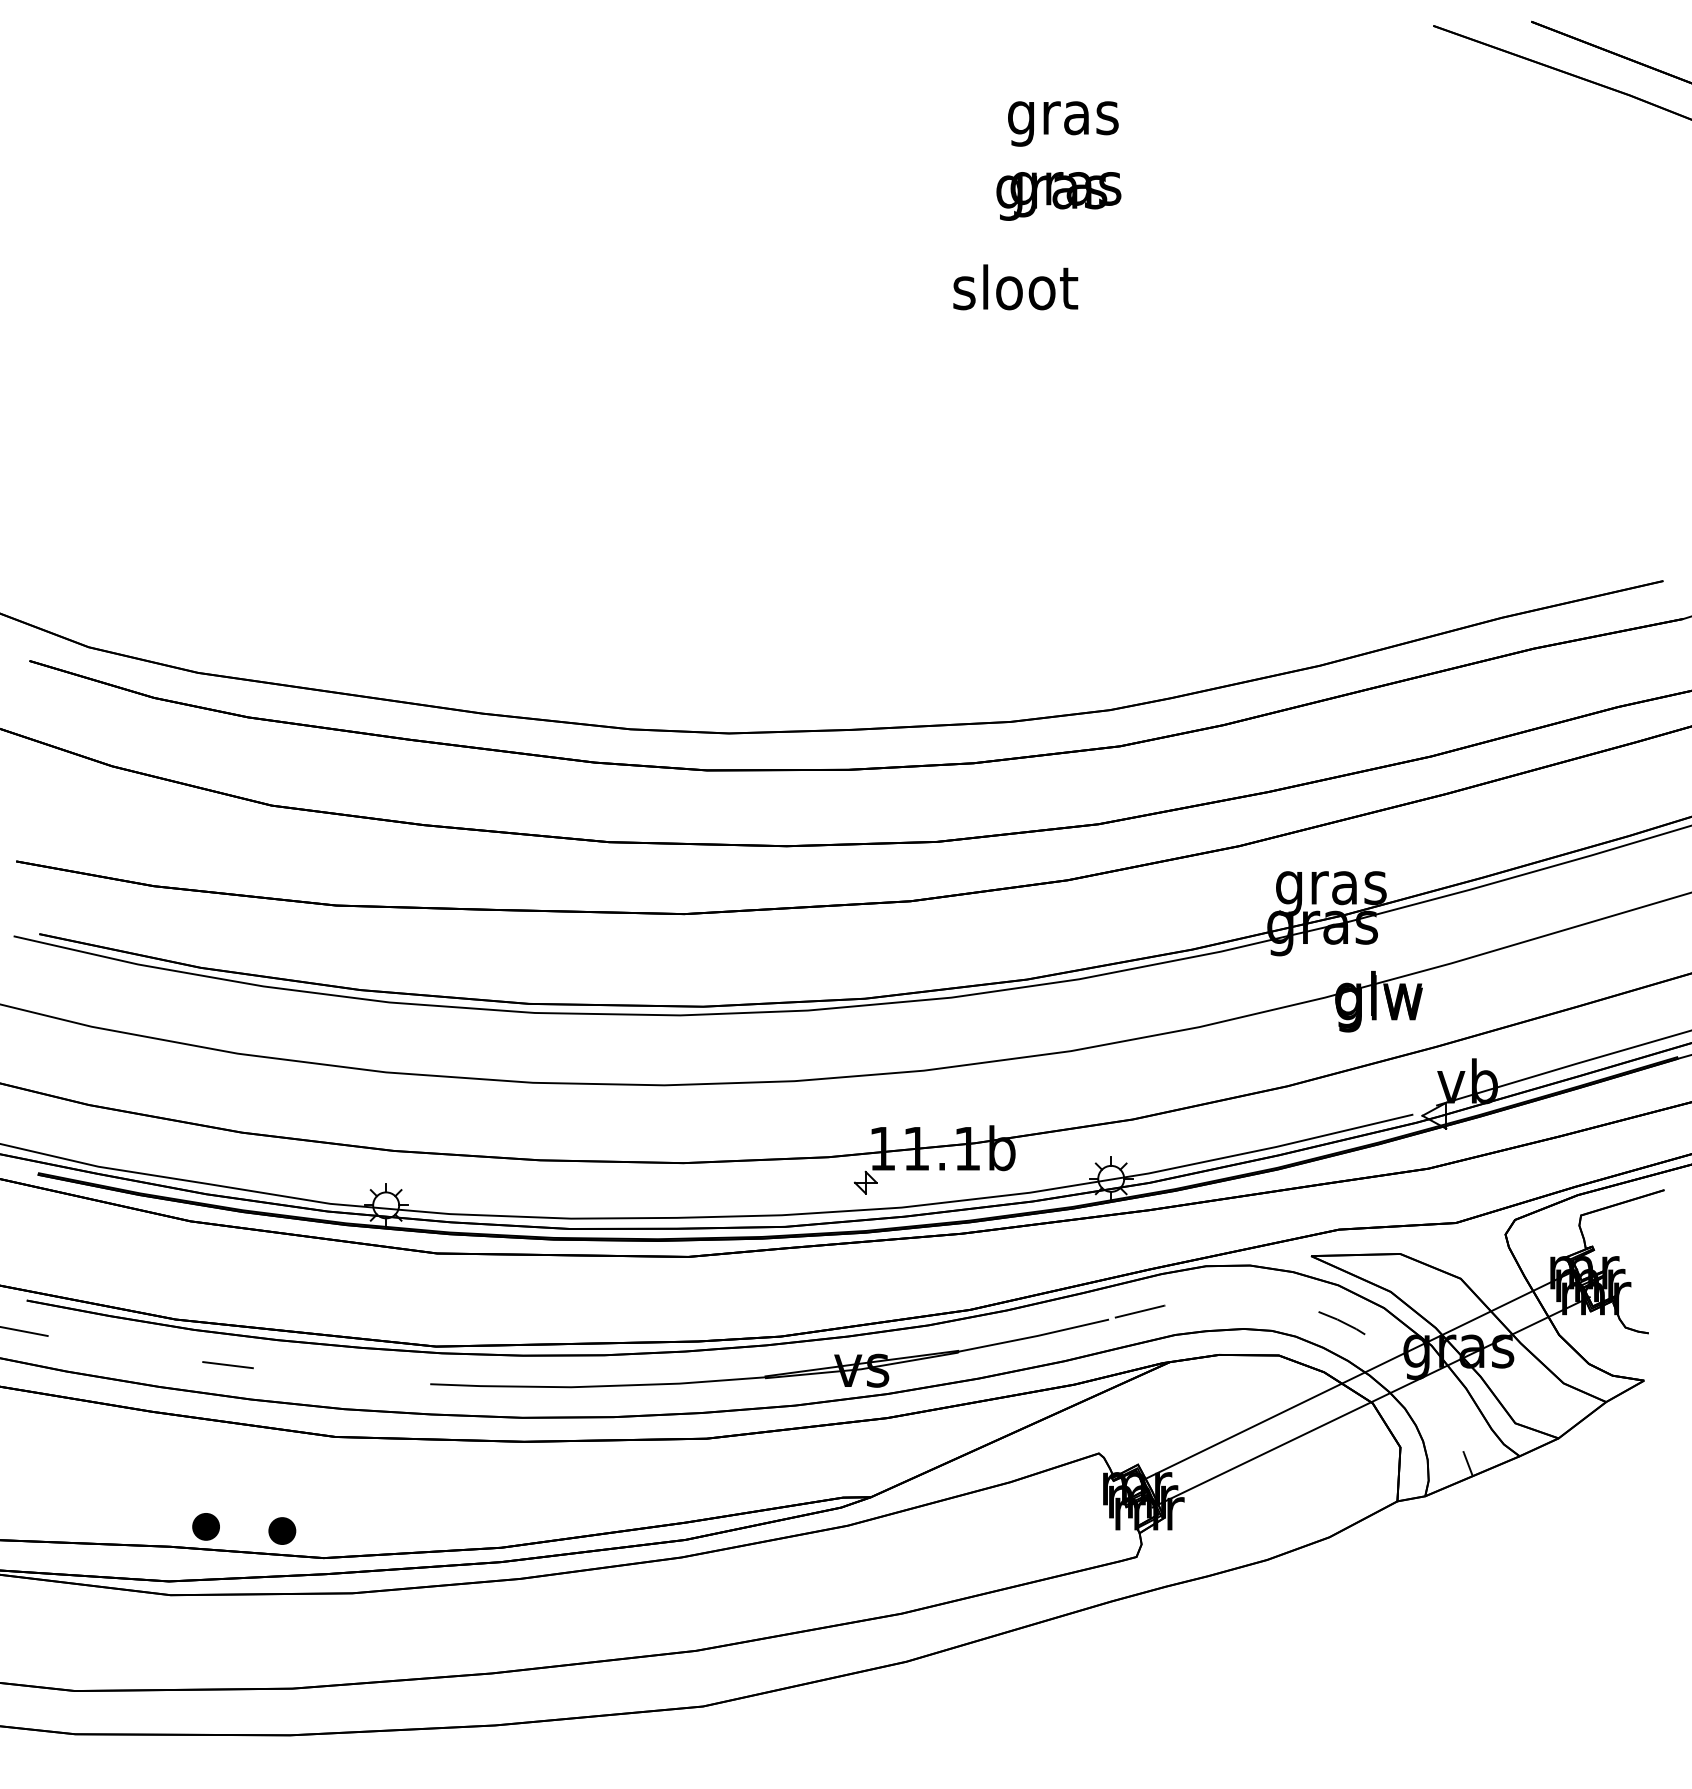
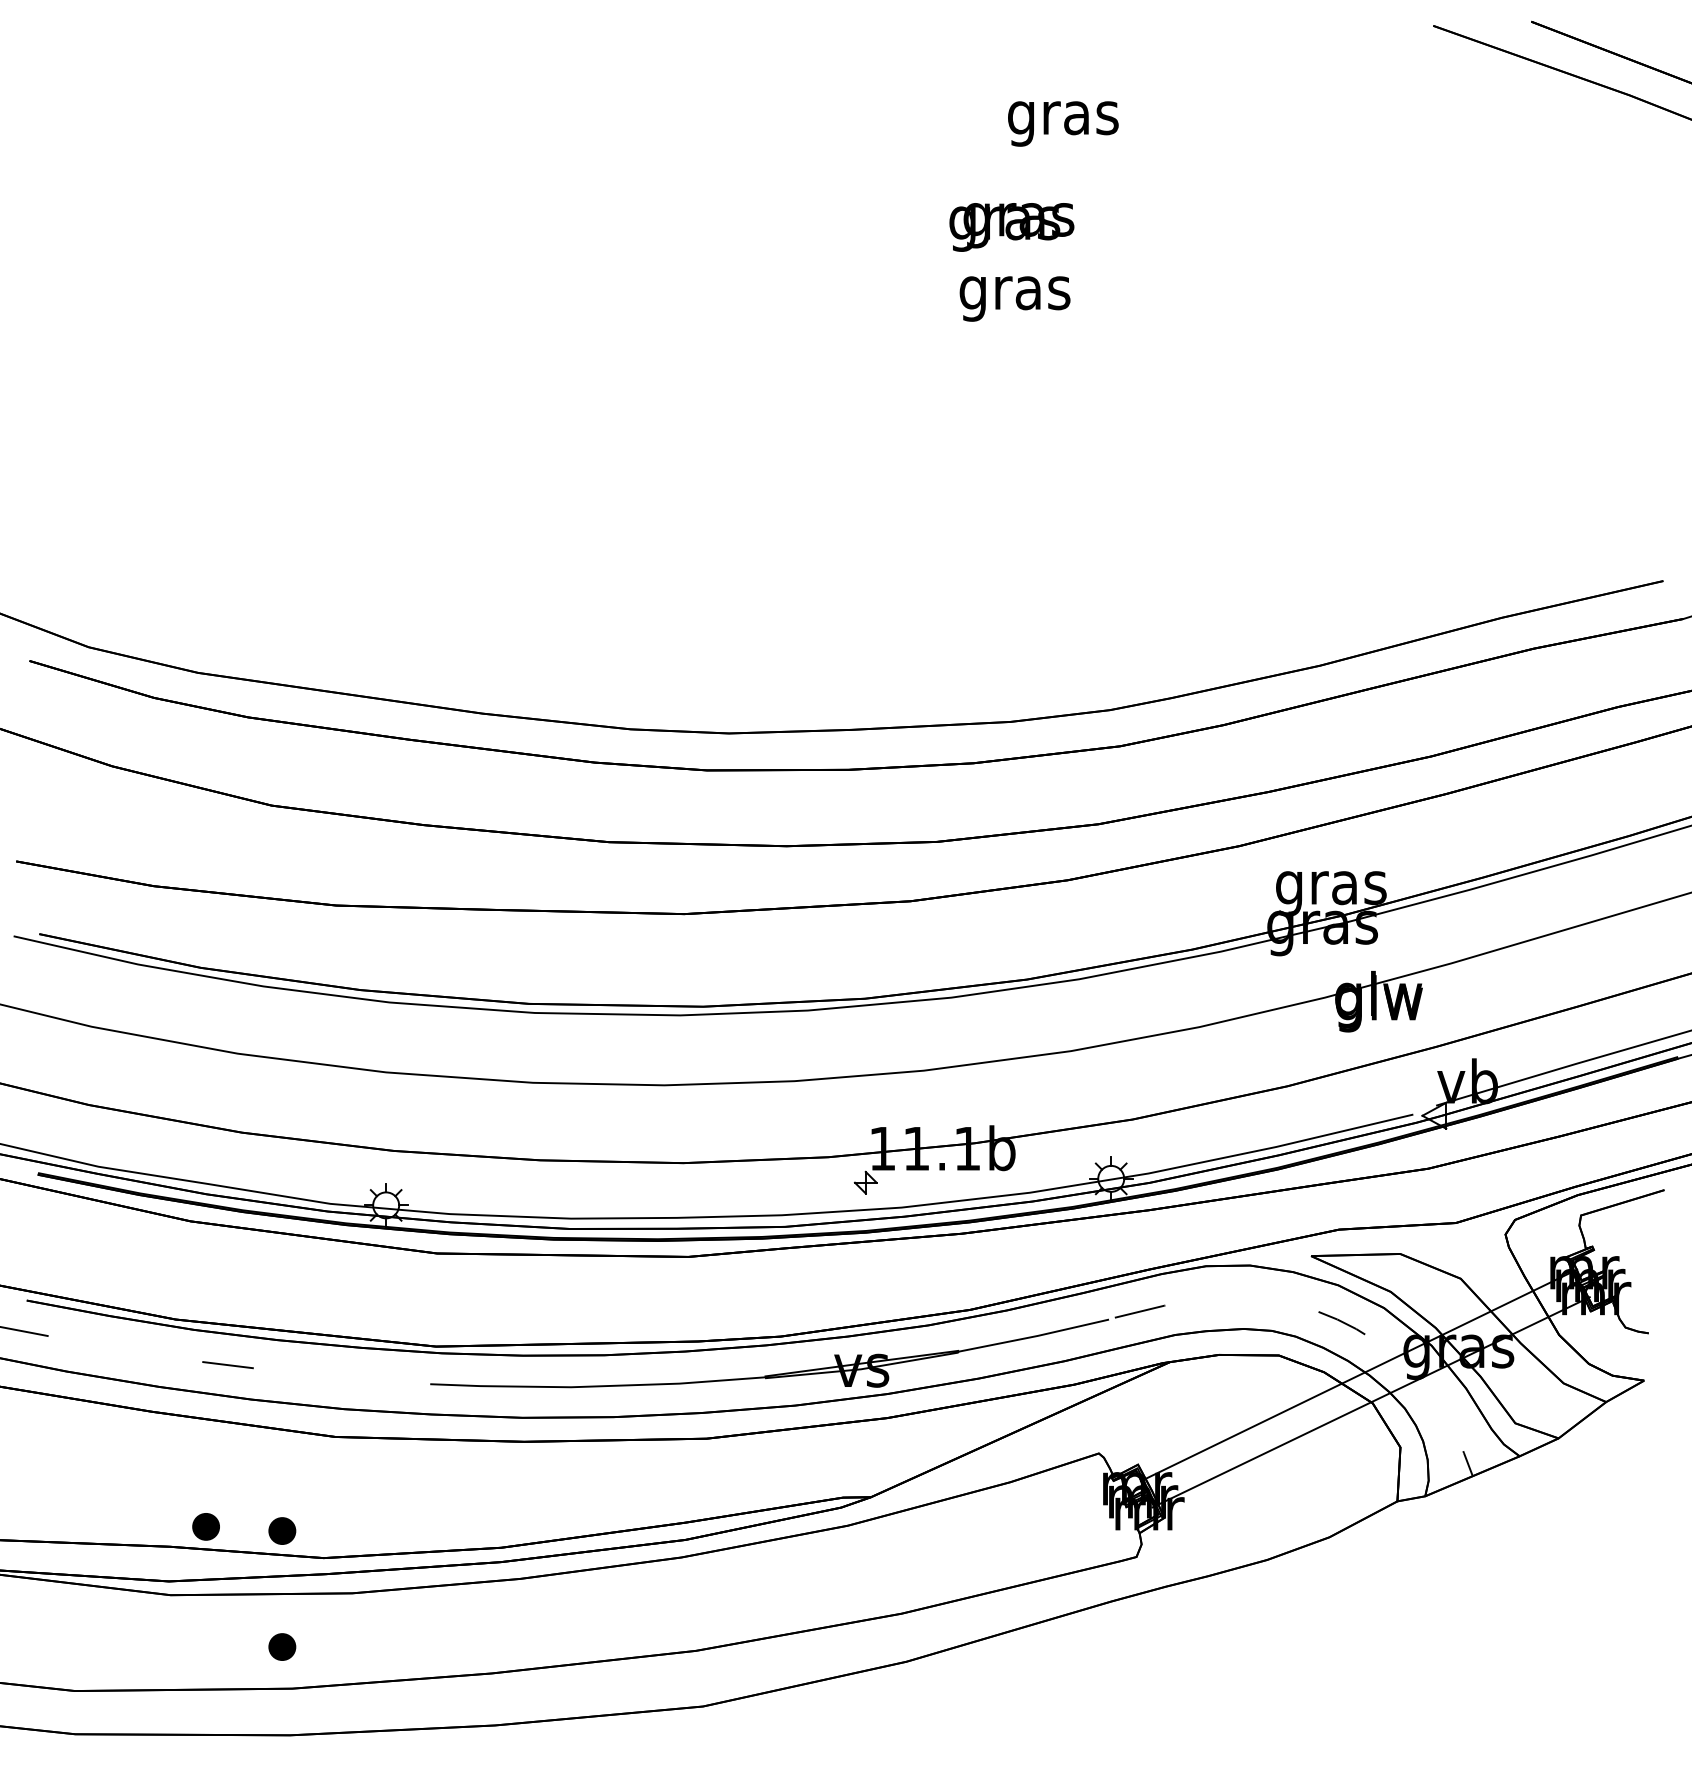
text at (1058, 196) position: (1058, 196) -> (1011, 227)
text at (1015, 292): sloot -> gras
part at (282, 1646): none -> present
